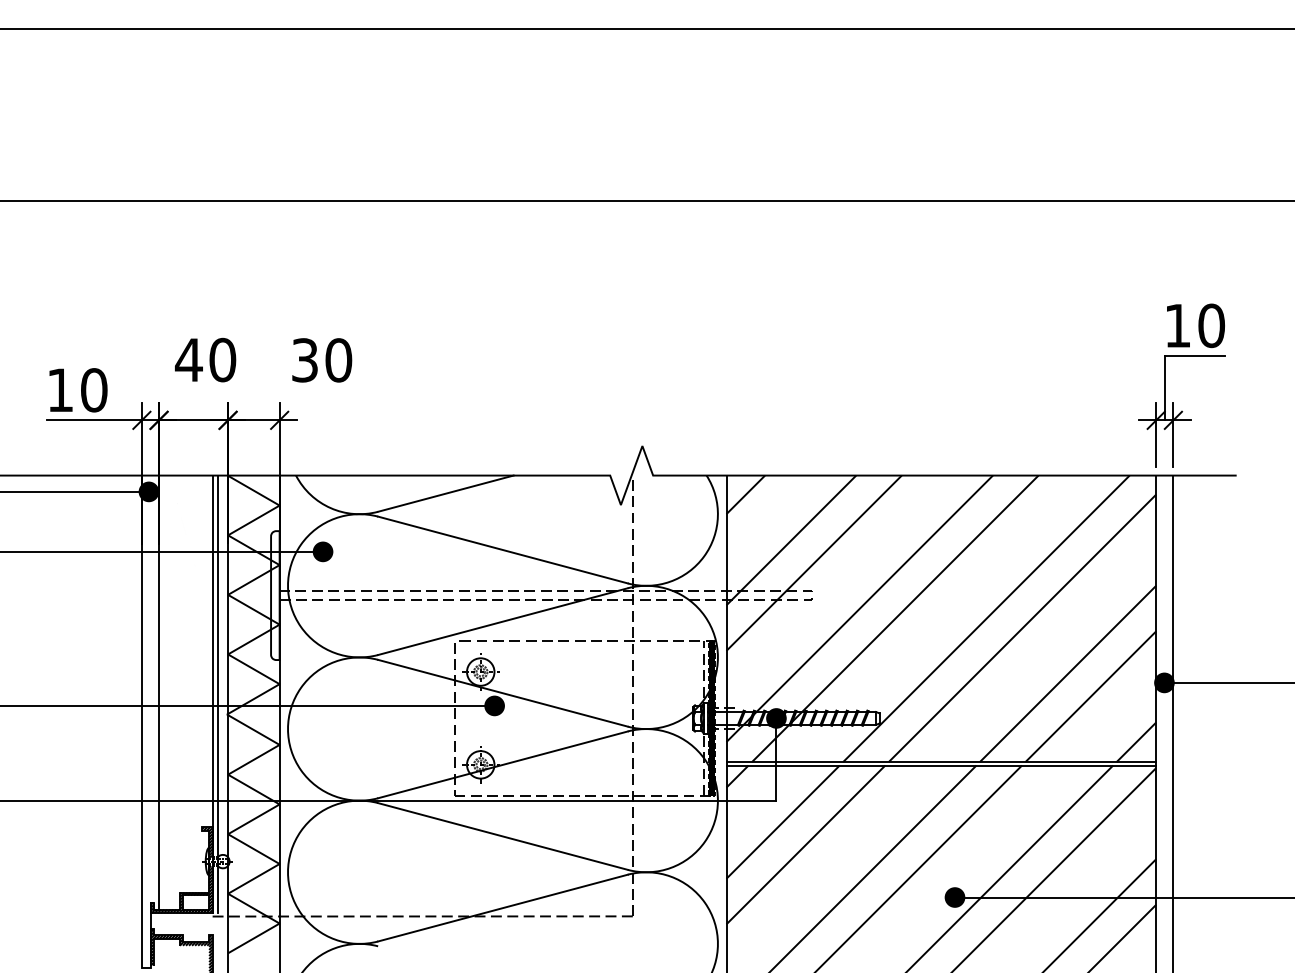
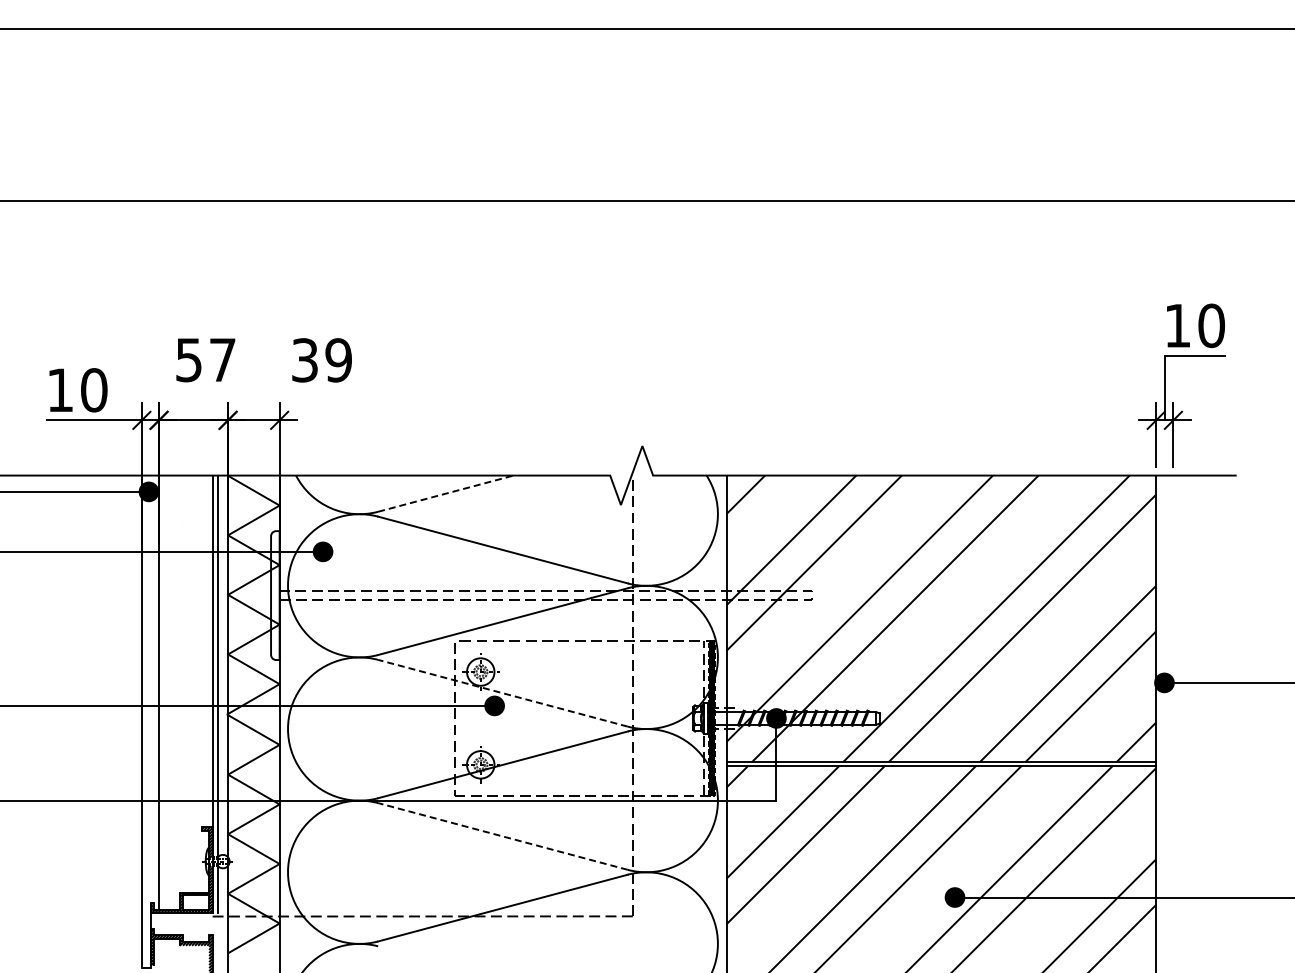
text at (205, 359): 40 -> 57
text at (338, 360): 30 -> 39
line at (446, 493): solid -> dashed
line at (502, 693): solid -> dashed
line at (1173, 722): present -> none
line at (502, 836): solid -> dashed
